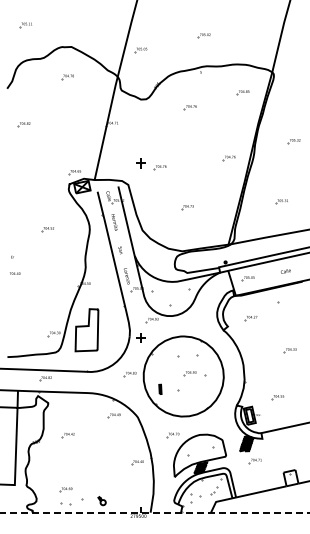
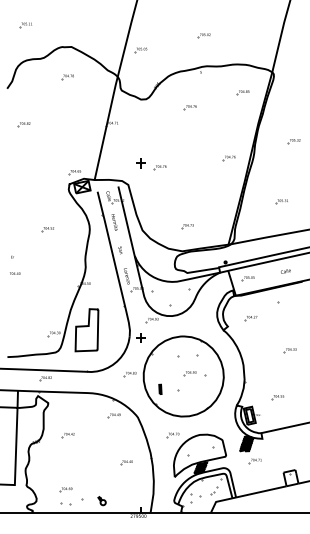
part at (187, 207) position: (187, 207) -> (187, 226)
part at (137, 462) position: (137, 462) -> (126, 462)
line at (154, 512): dashed -> solid
